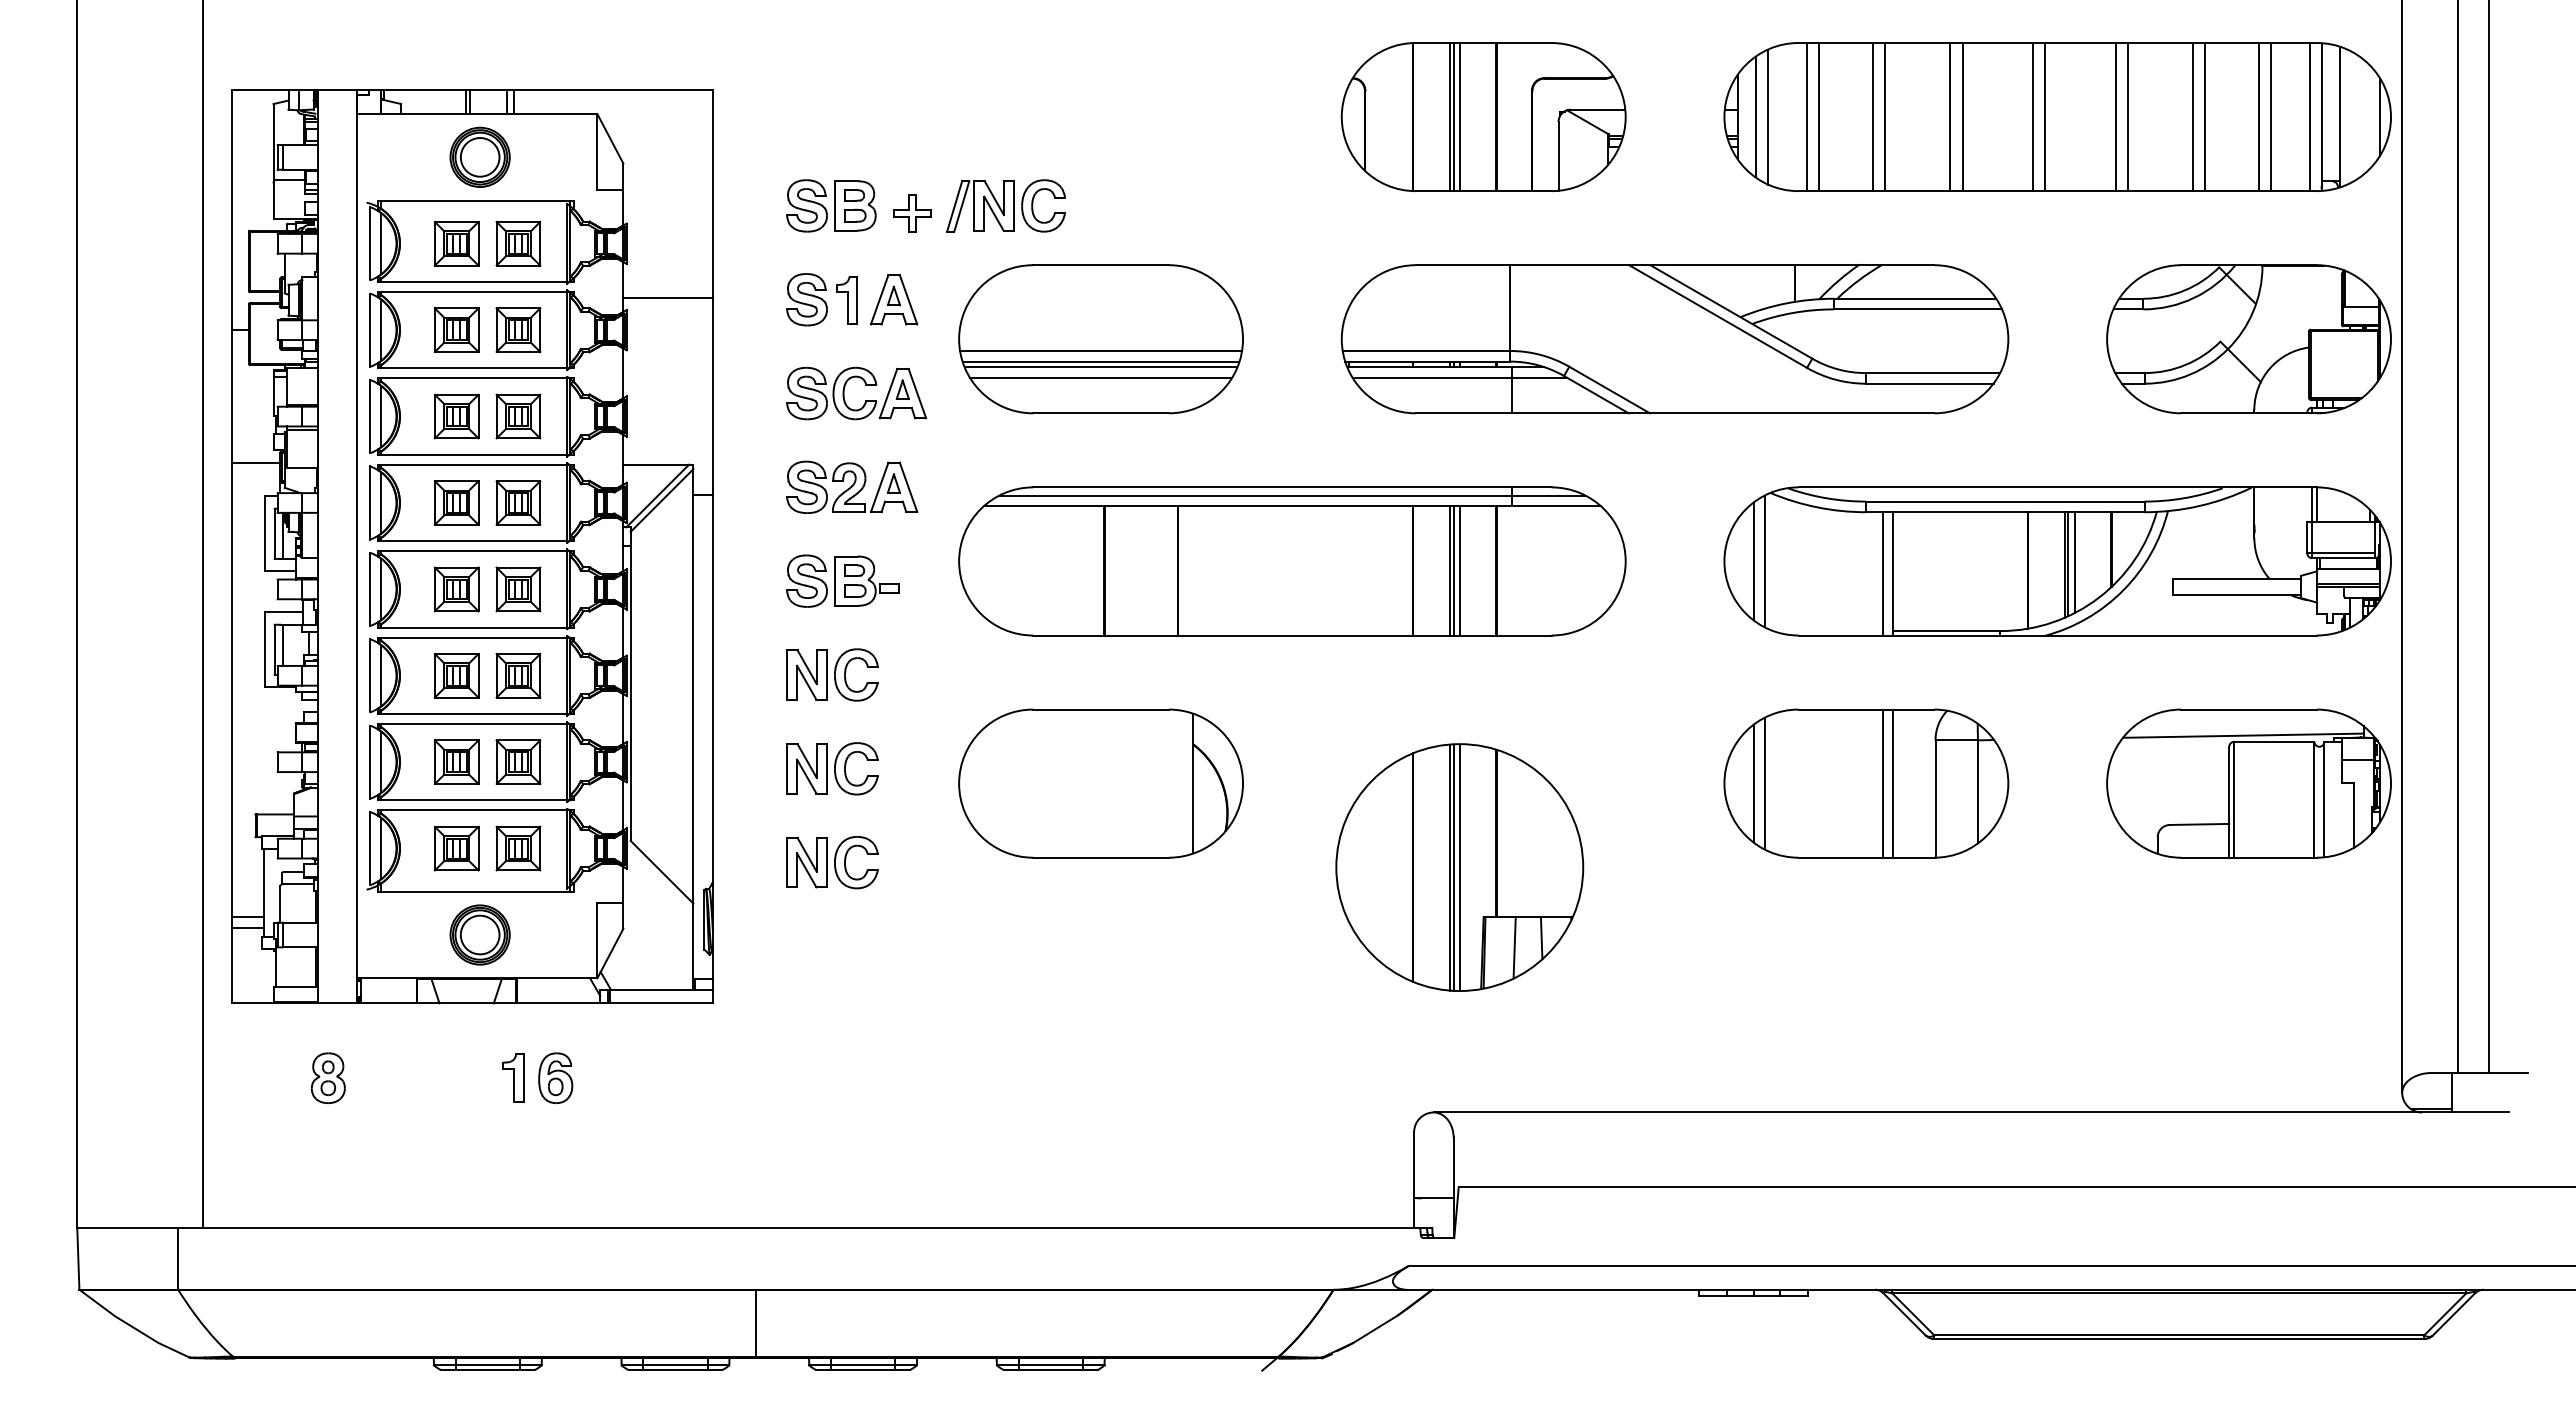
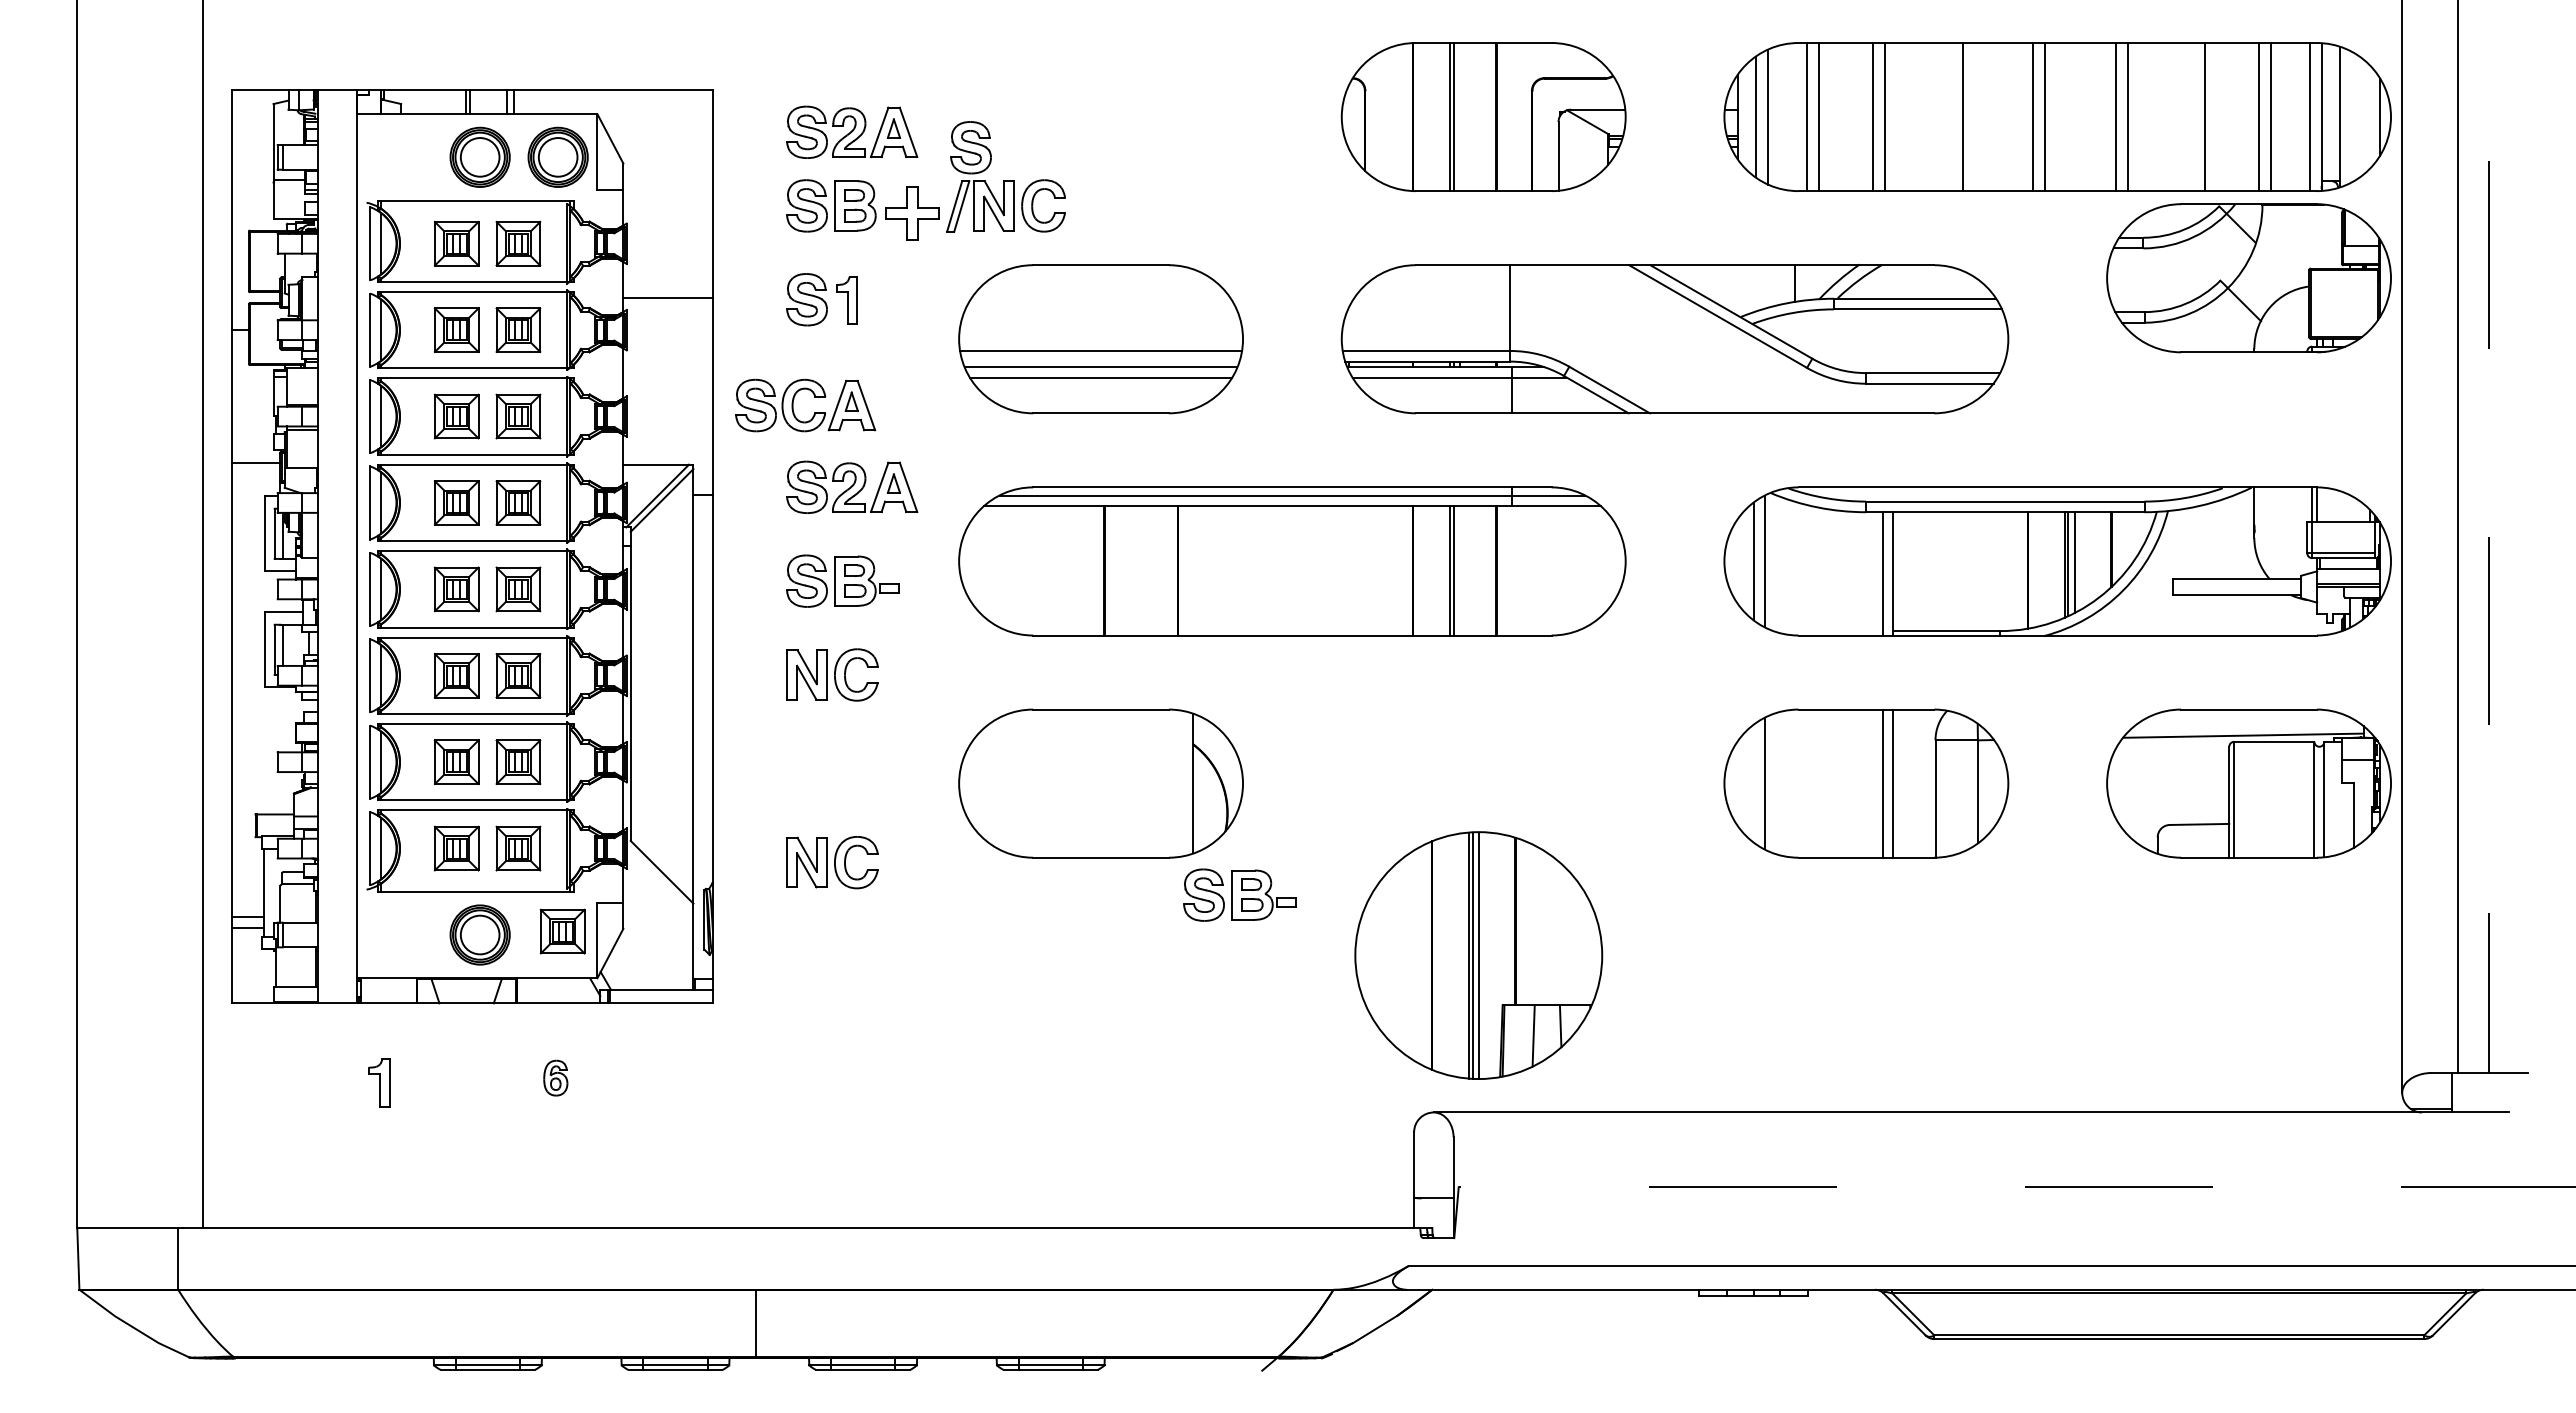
line at (1459, 117): present -> none
line at (1950, 117): present -> none
line at (2192, 117): present -> none
part at (852, 131): none -> present
part at (970, 147): none -> present
part at (557, 156): none -> present
part at (912, 213) size: 39x39 px -> 55x55 px
part at (894, 299): present -> none
part at (2248, 339) position: (2248, 339) -> (2248, 278)
line at (1100, 361): present -> none
part at (865, 400) position: (865, 400) -> (814, 412)
line at (2488, 537): solid -> dashed
line at (1459, 570): present -> none
part at (832, 768): present -> none
line at (1754, 783): present -> none
part at (1459, 867) position: (1459, 867) -> (1478, 955)
part at (1239, 894): none -> present
part at (562, 931): none -> present
part at (327, 1077): present -> none
part at (513, 1077) position: (513, 1077) -> (379, 1082)
part at (555, 1077) size: 36x52 px -> 26x38 px
line at (2016, 1187): solid -> dashed
